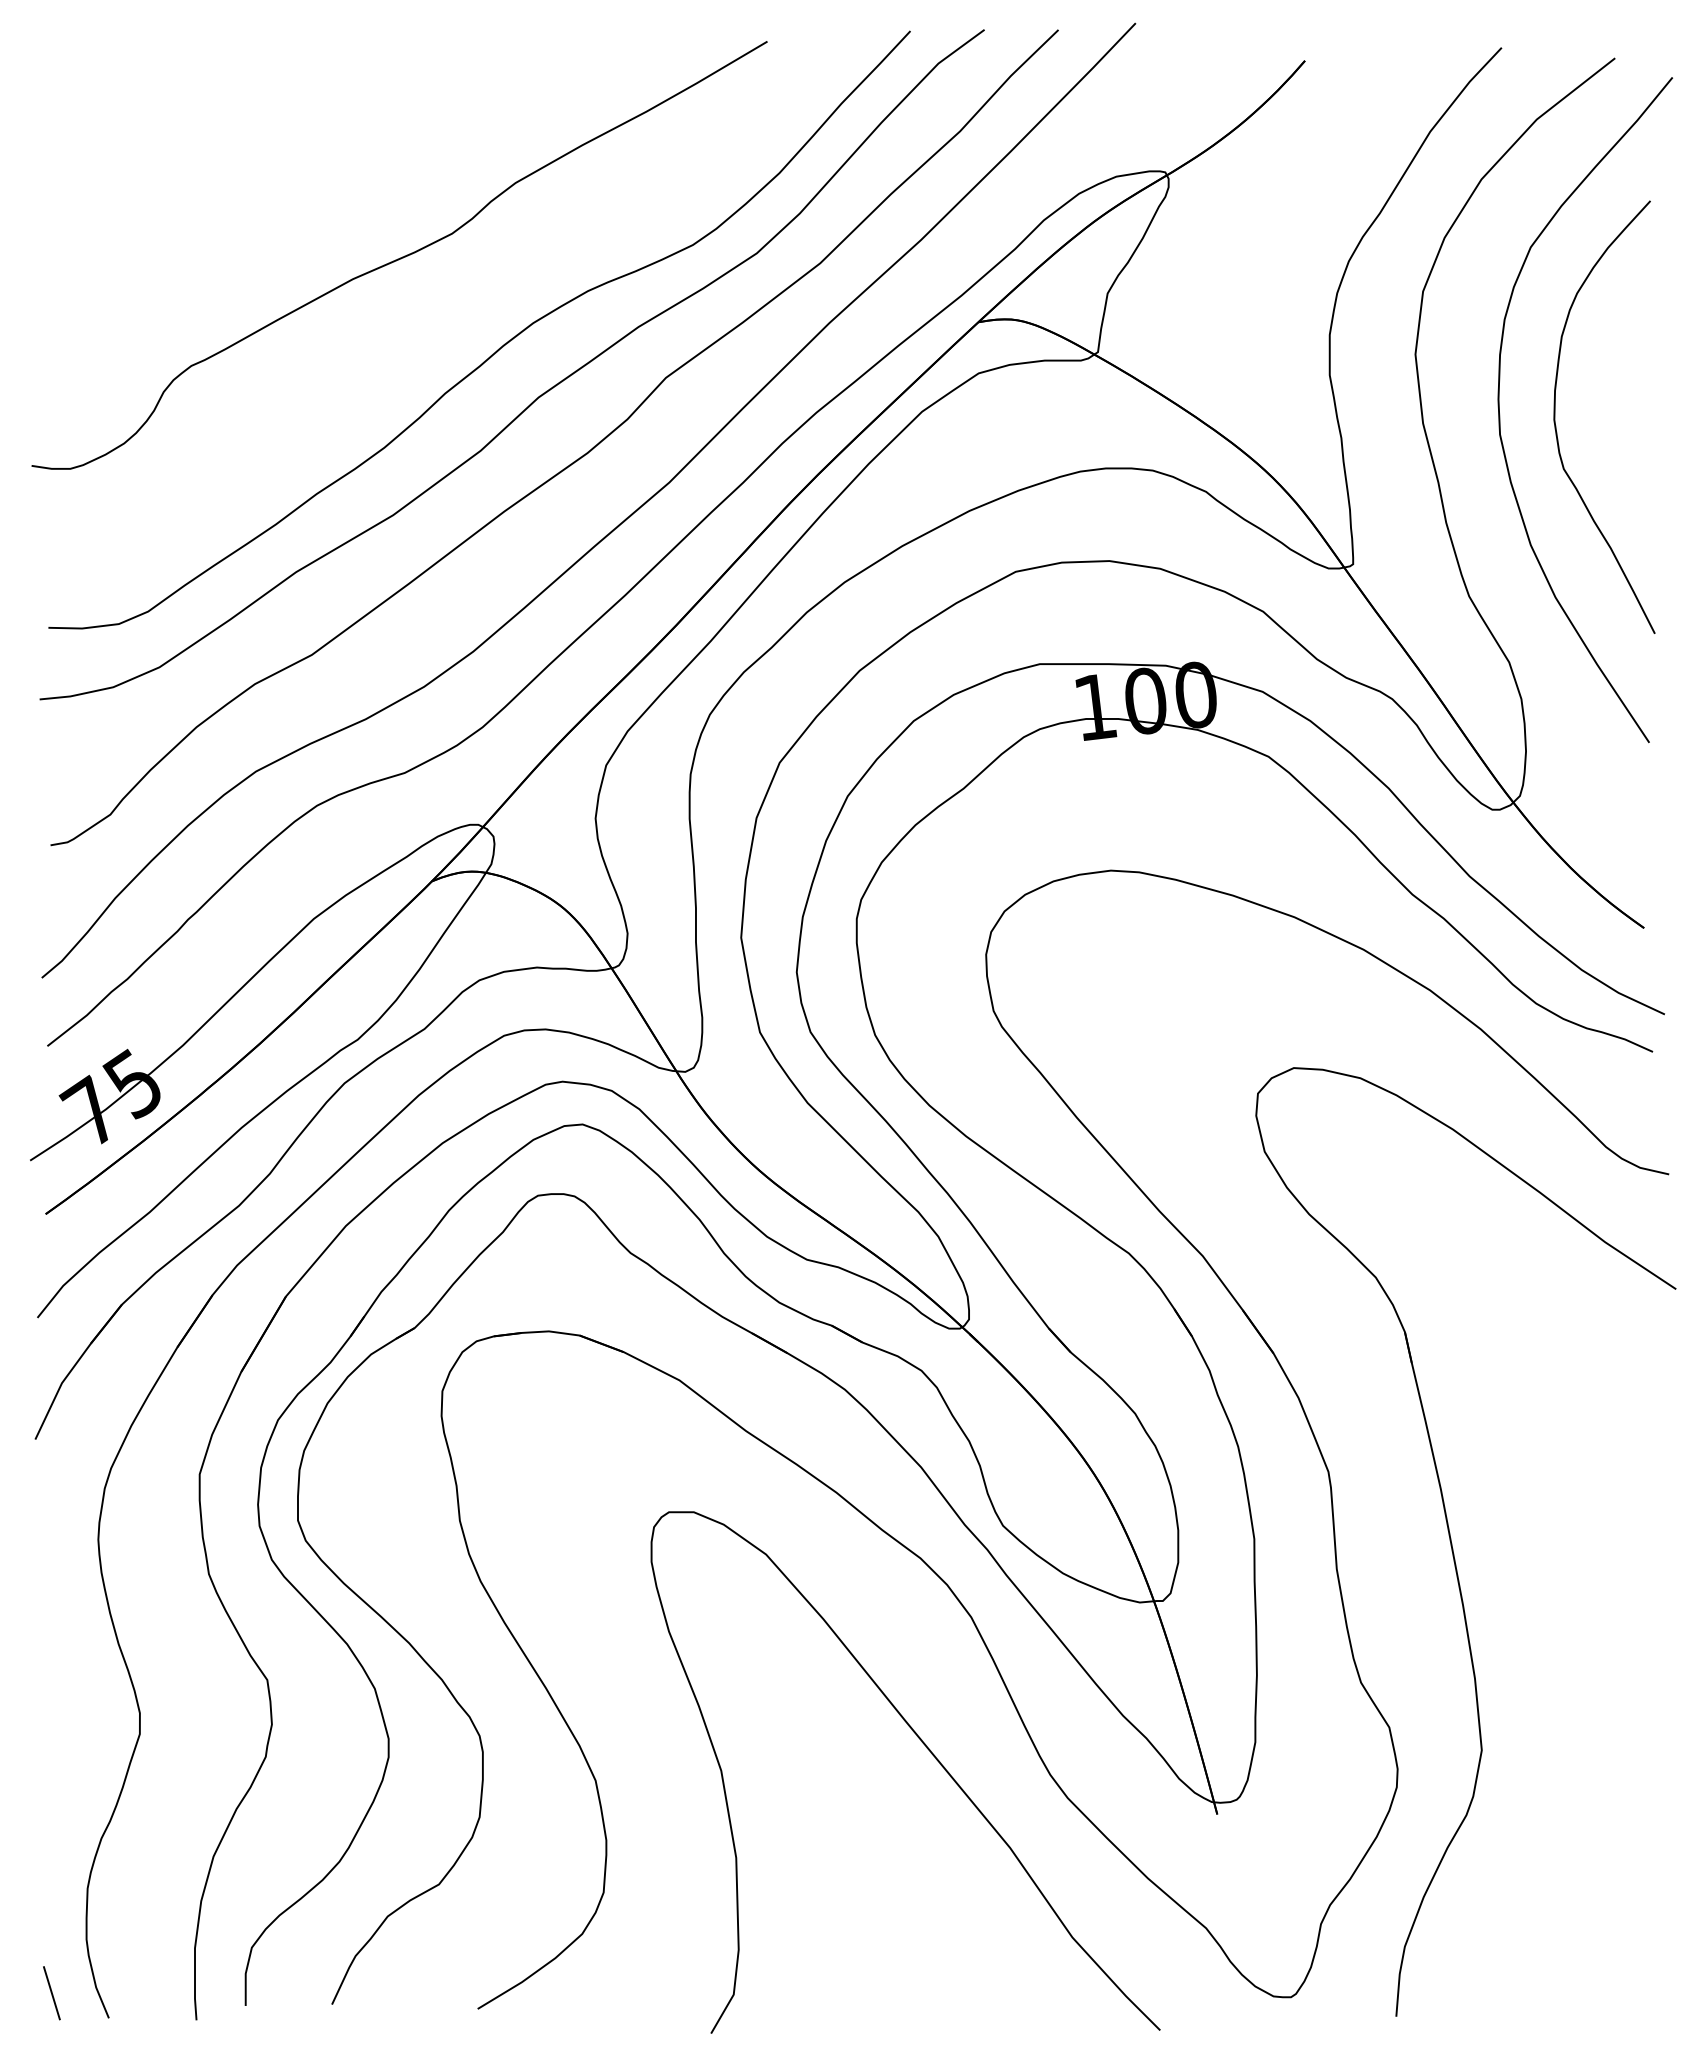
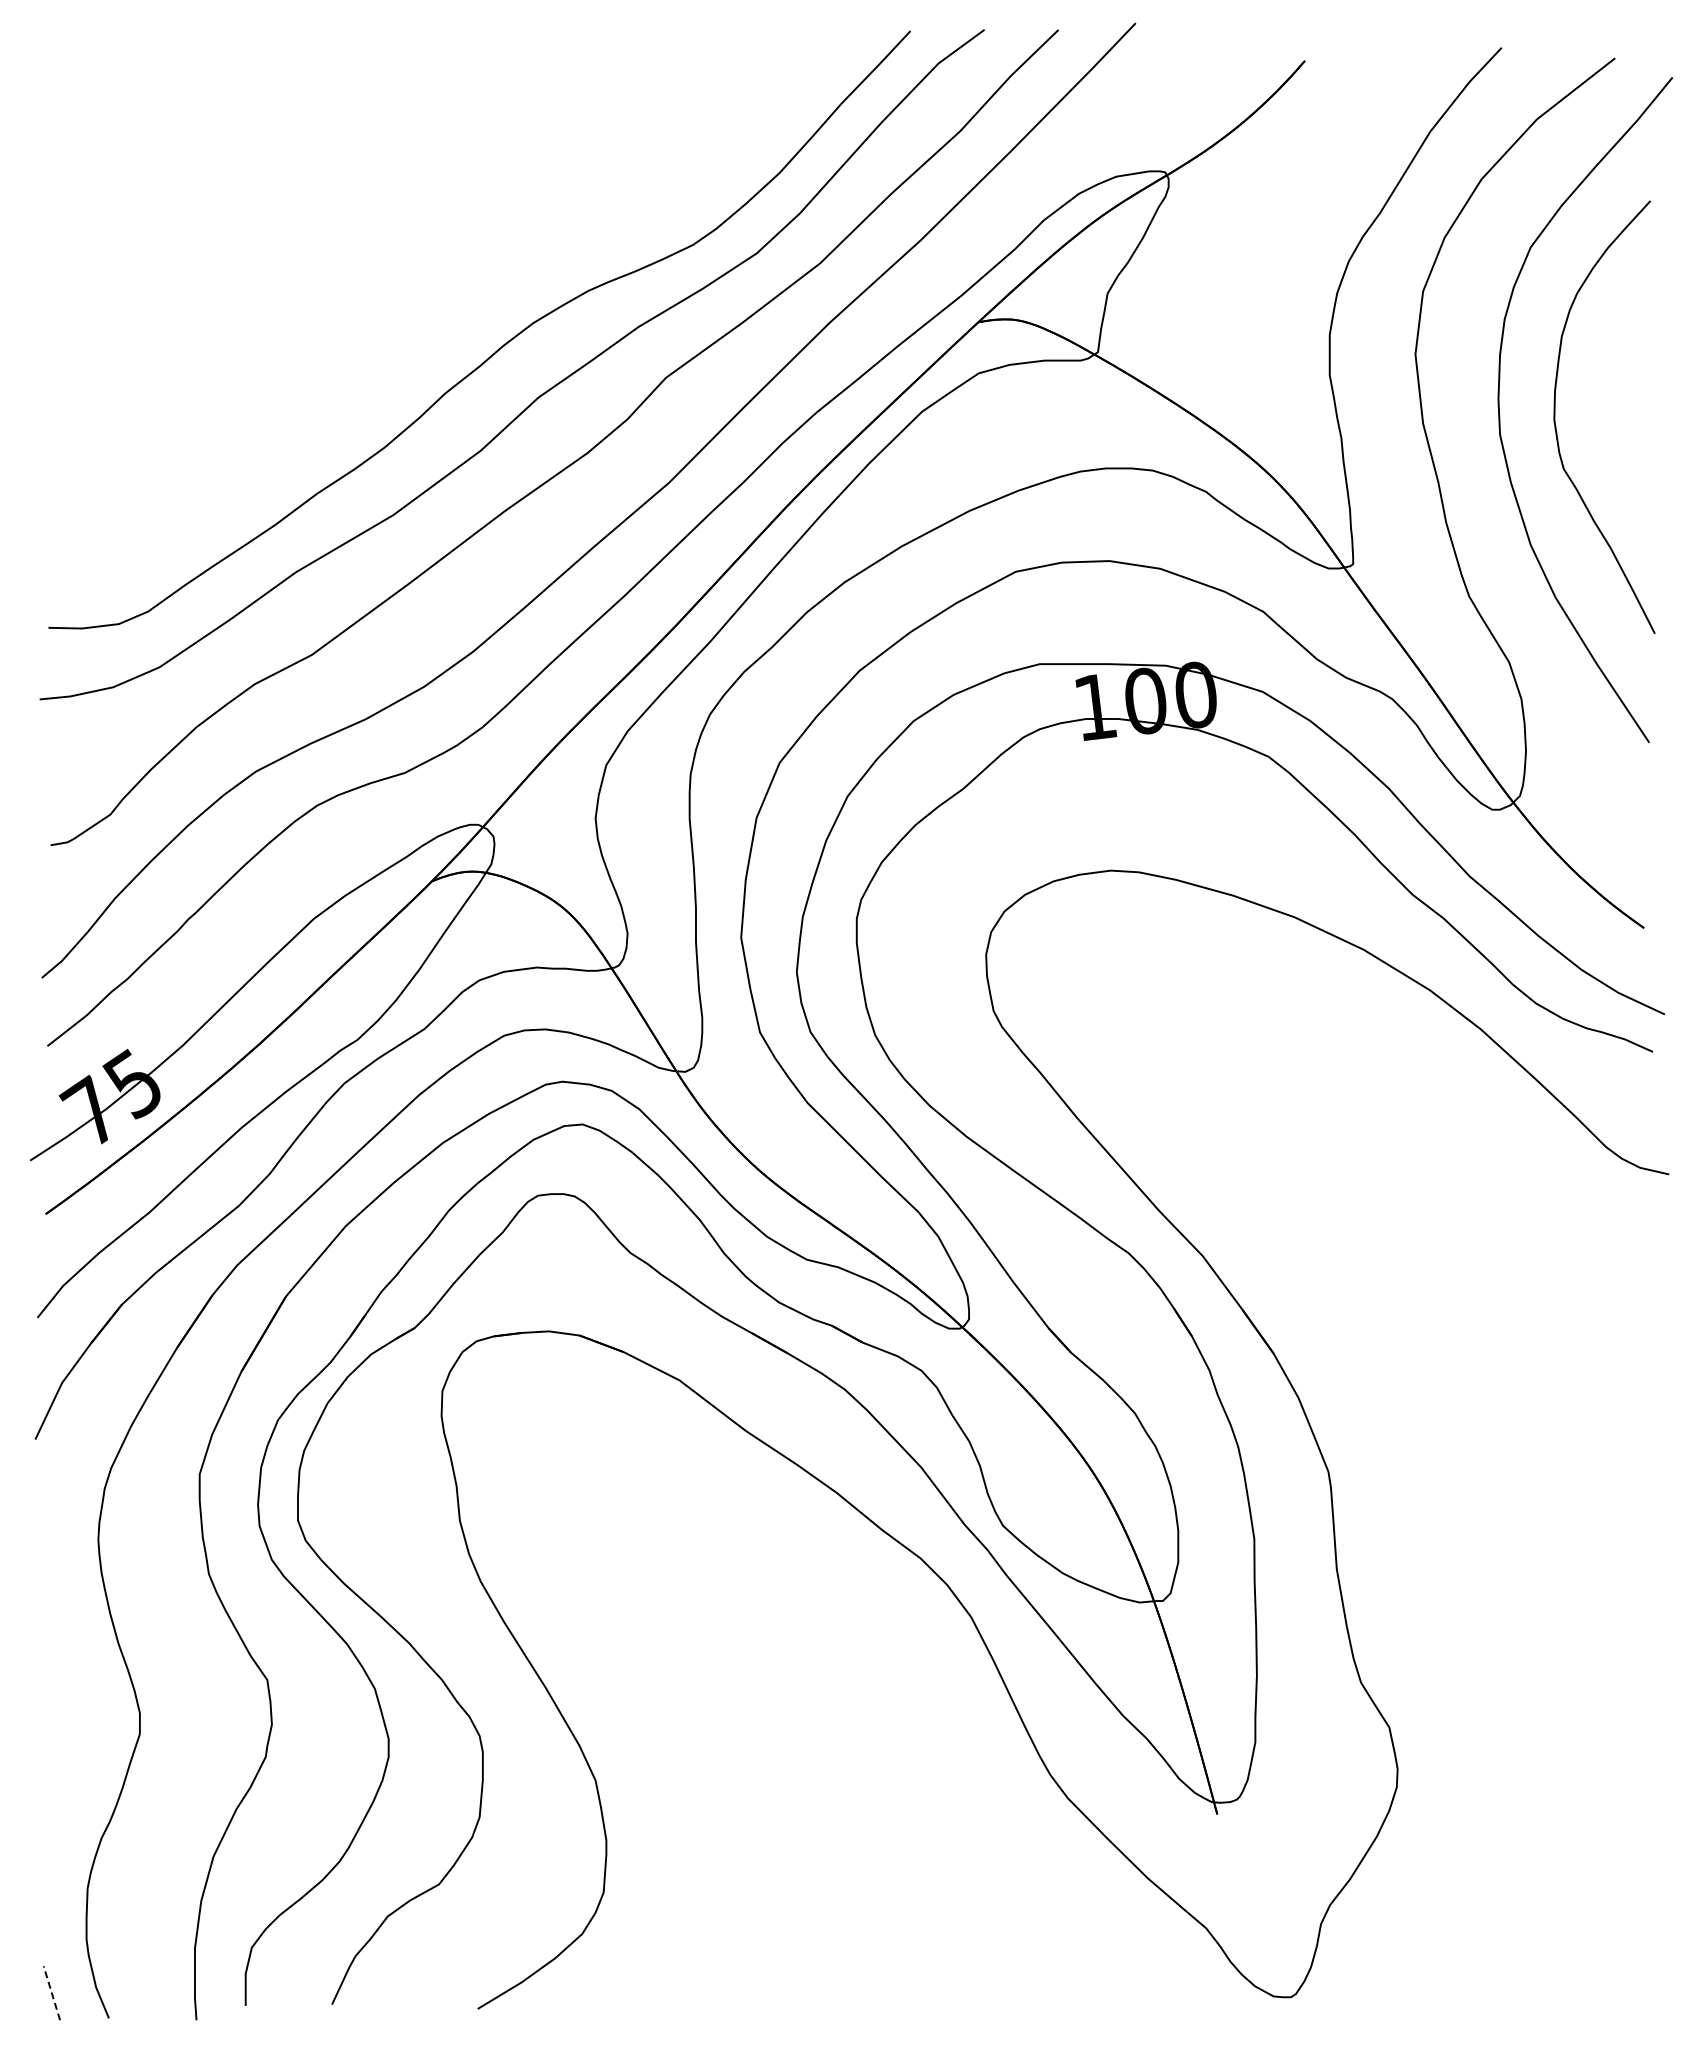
curve at (400, 257): present -> none
part at (1452, 1543): present -> none
curve at (931, 1754): present -> none
line at (51, 1992): solid -> dashed
